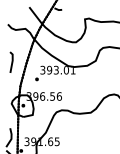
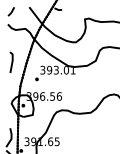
part at (10, 11): none -> present
